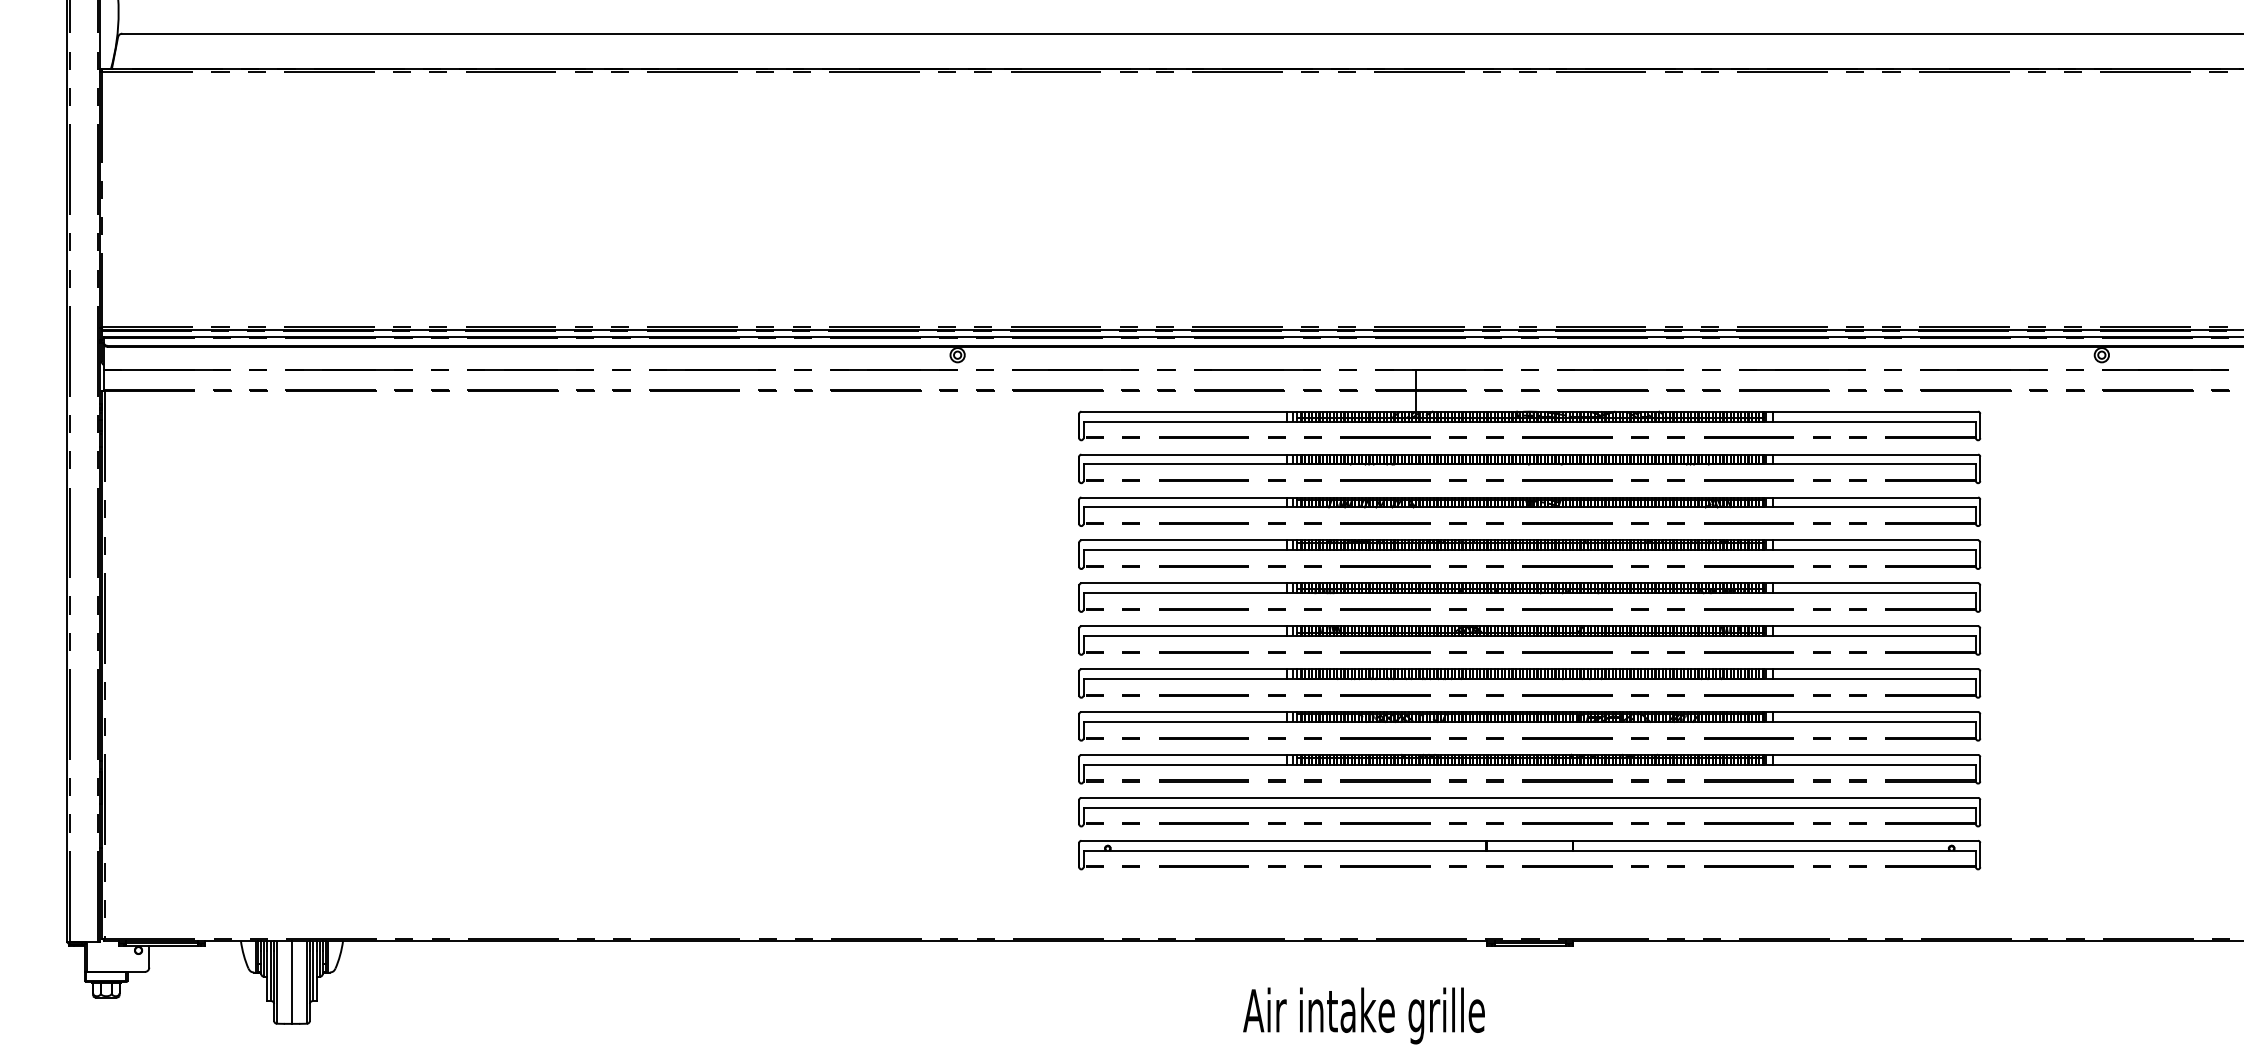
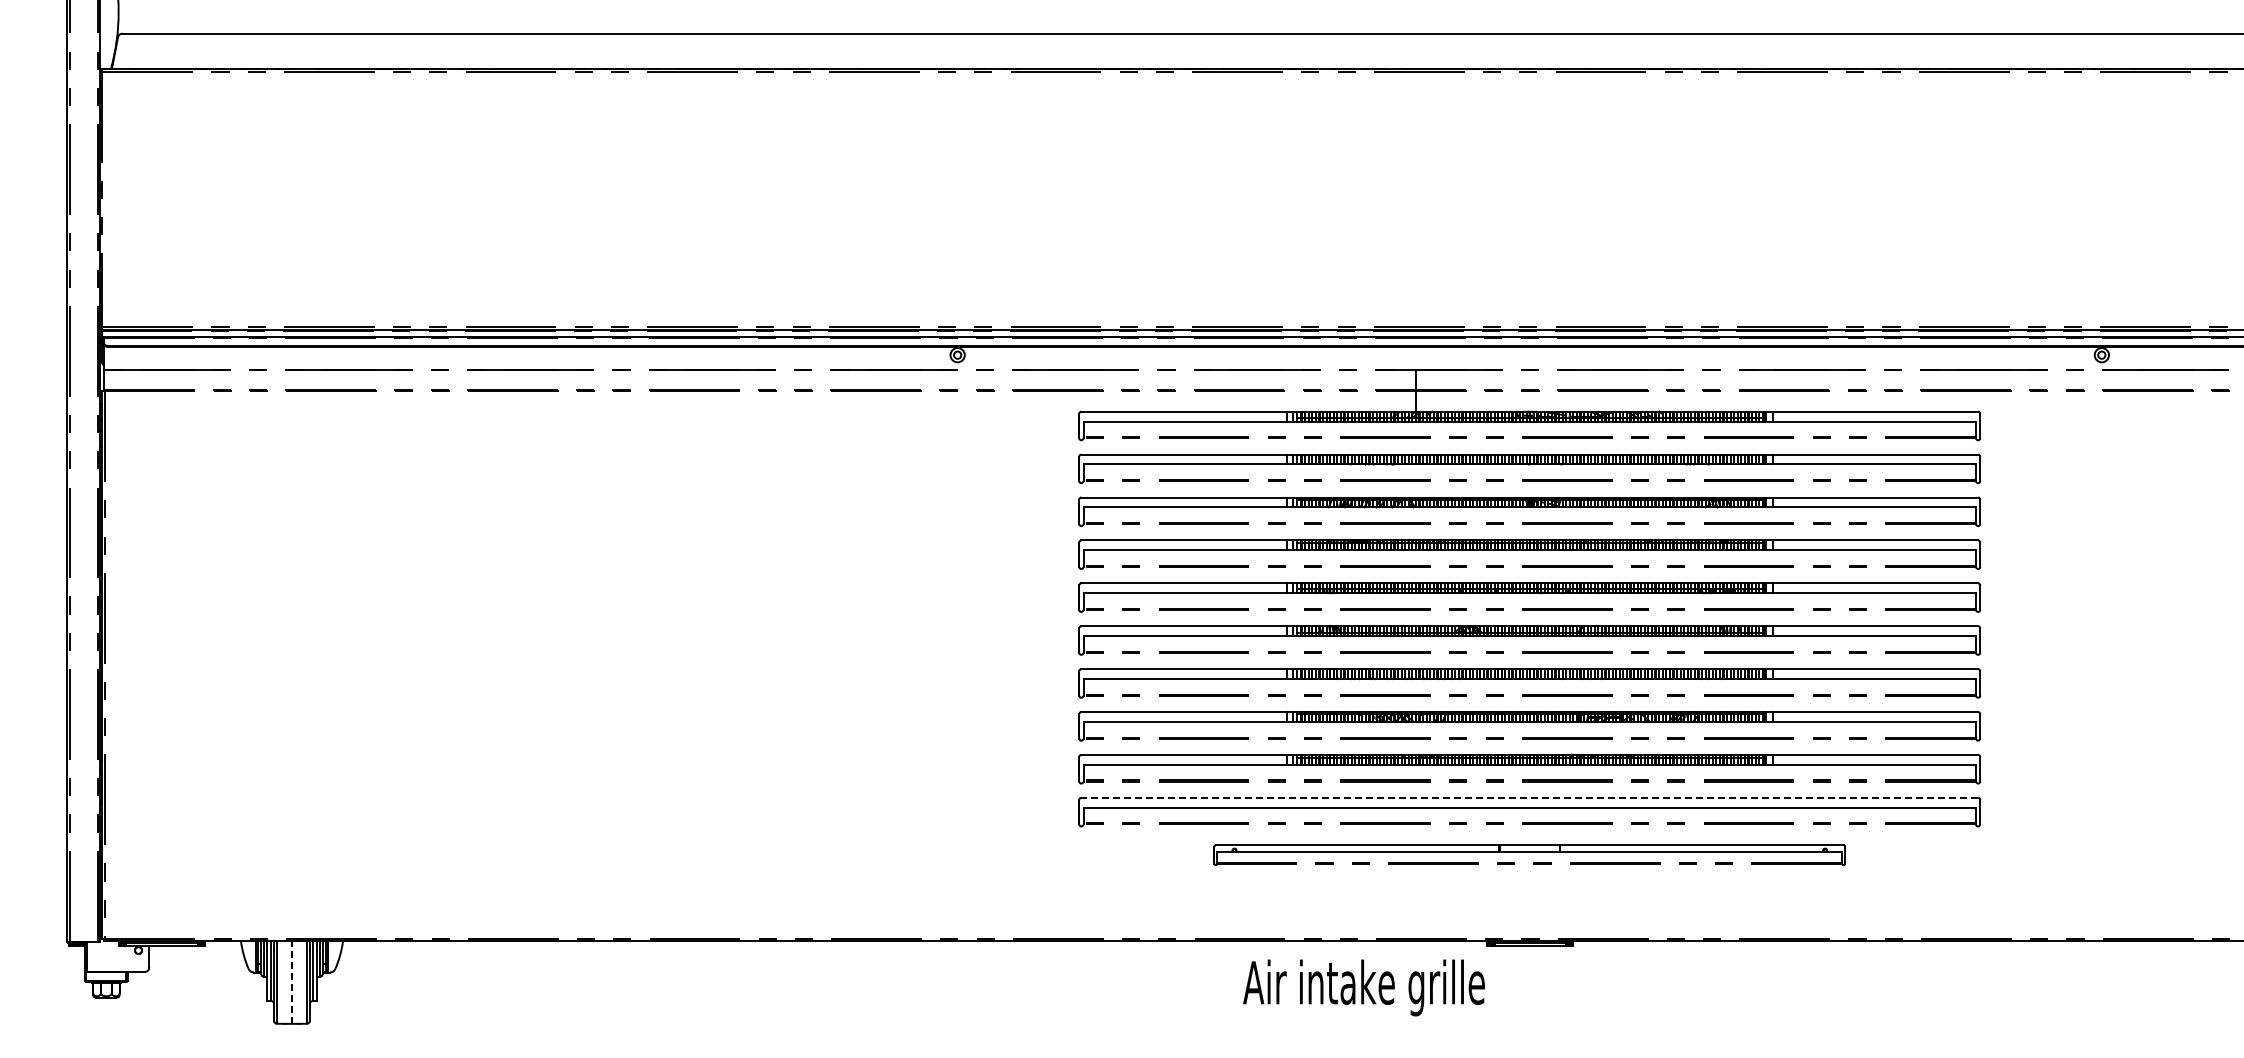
line at (1529, 797): solid -> dashed
part at (1529, 855) size: 904x31 px -> 633x23 px
line at (292, 981): solid -> dashed
text at (1363, 1015) position: (1363, 1015) -> (1363, 987)
